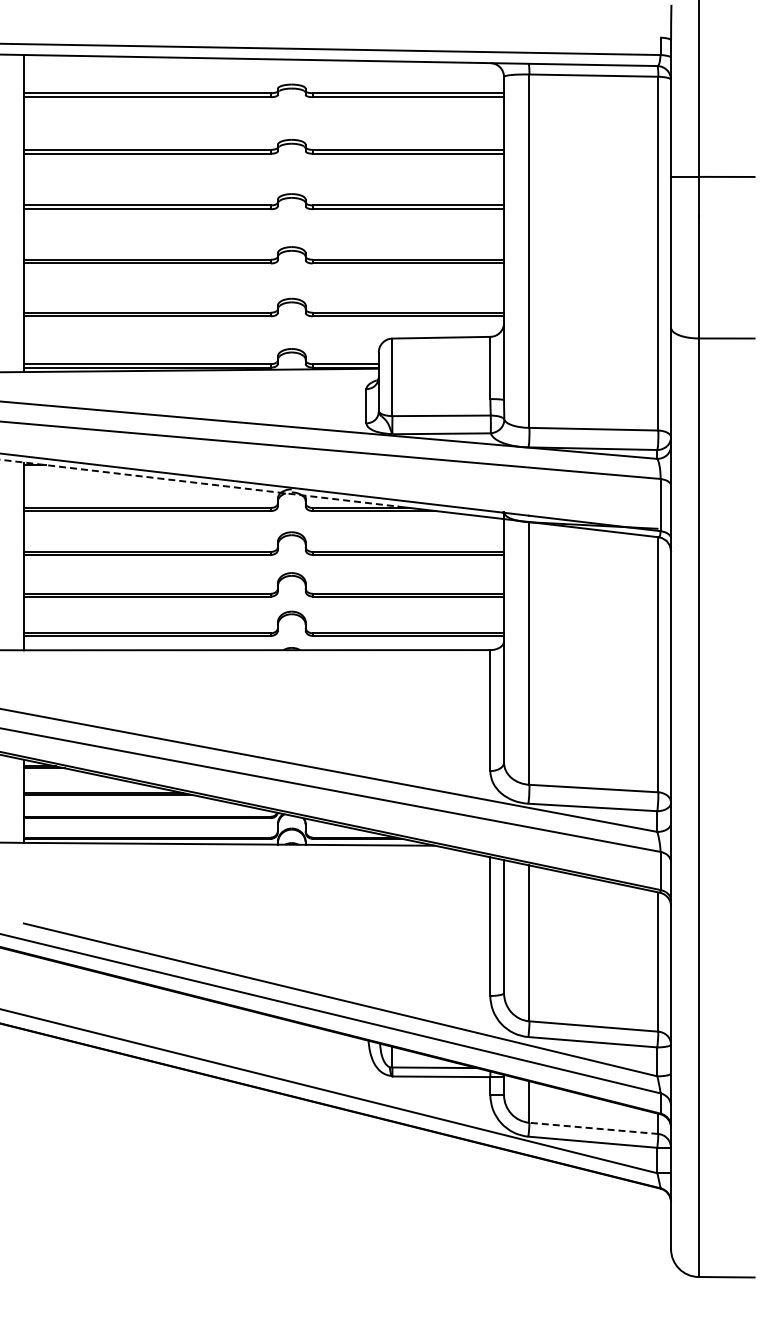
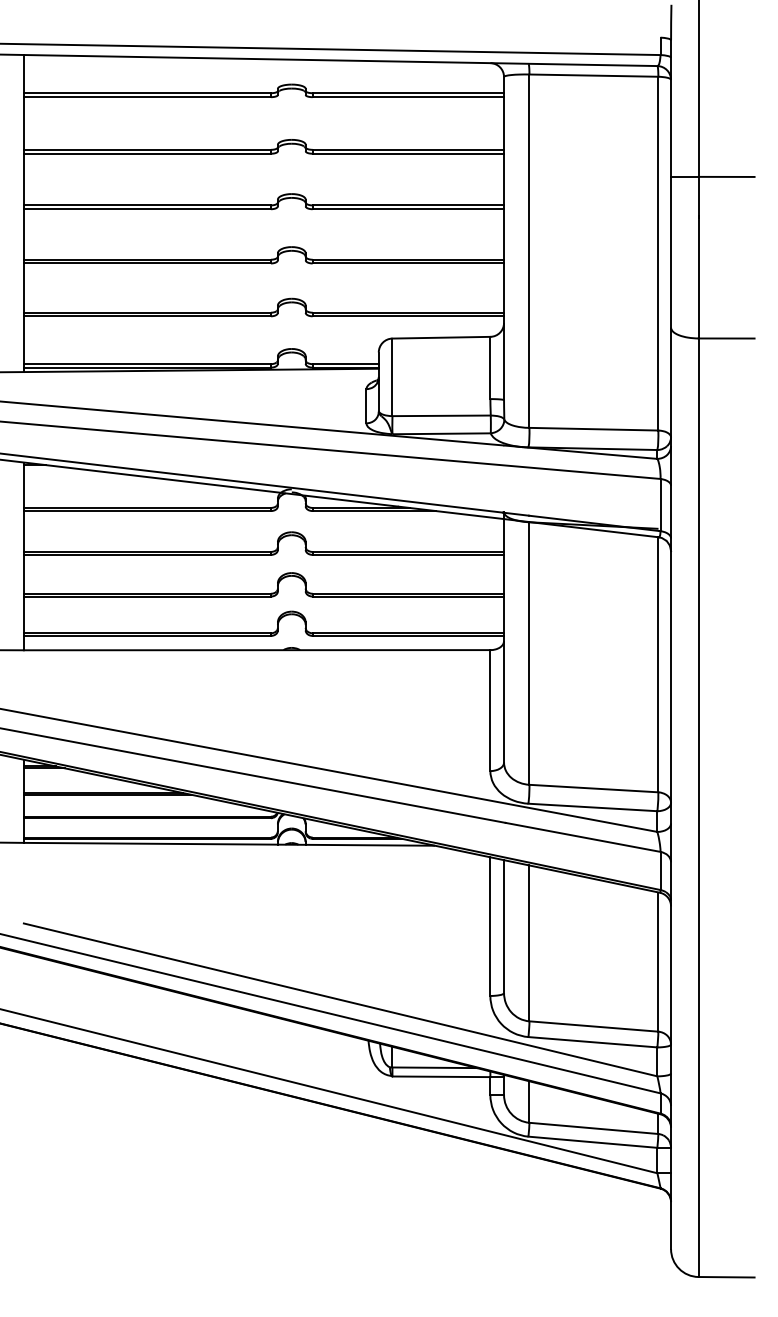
line at (199, 483): dashed -> solid
line at (593, 1128): dashed -> solid
